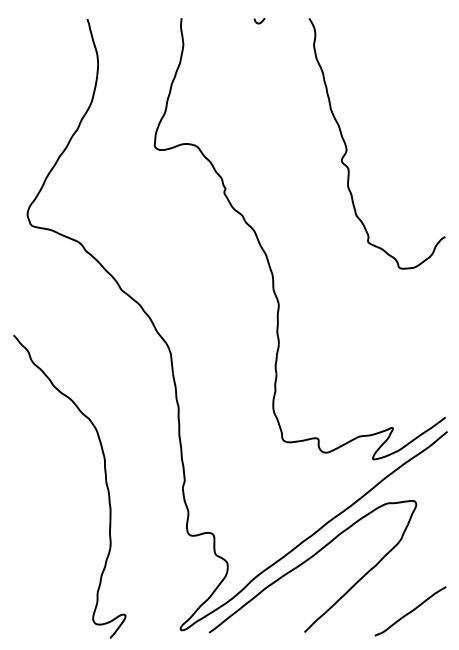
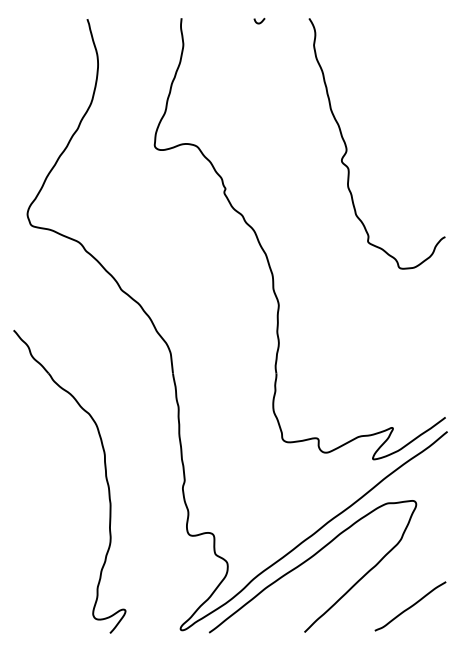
part at (105, 484) position: (105, 484) -> (105, 479)
curve at (410, 611) position: (410, 611) -> (410, 606)
